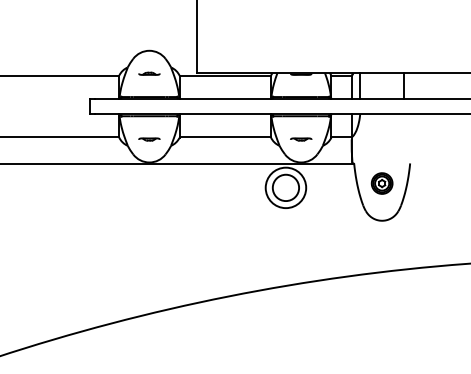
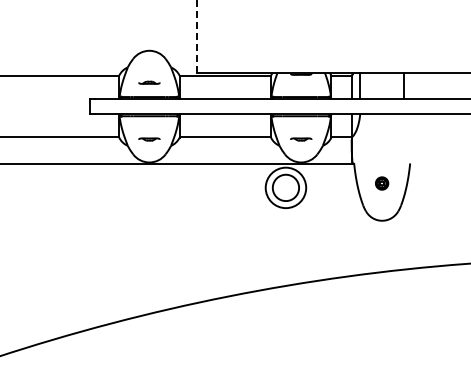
line at (197, 36): solid -> dashed
line at (149, 73) position: (149, 73) -> (149, 82)
part at (381, 183) size: 24x23 px -> 15x15 px
